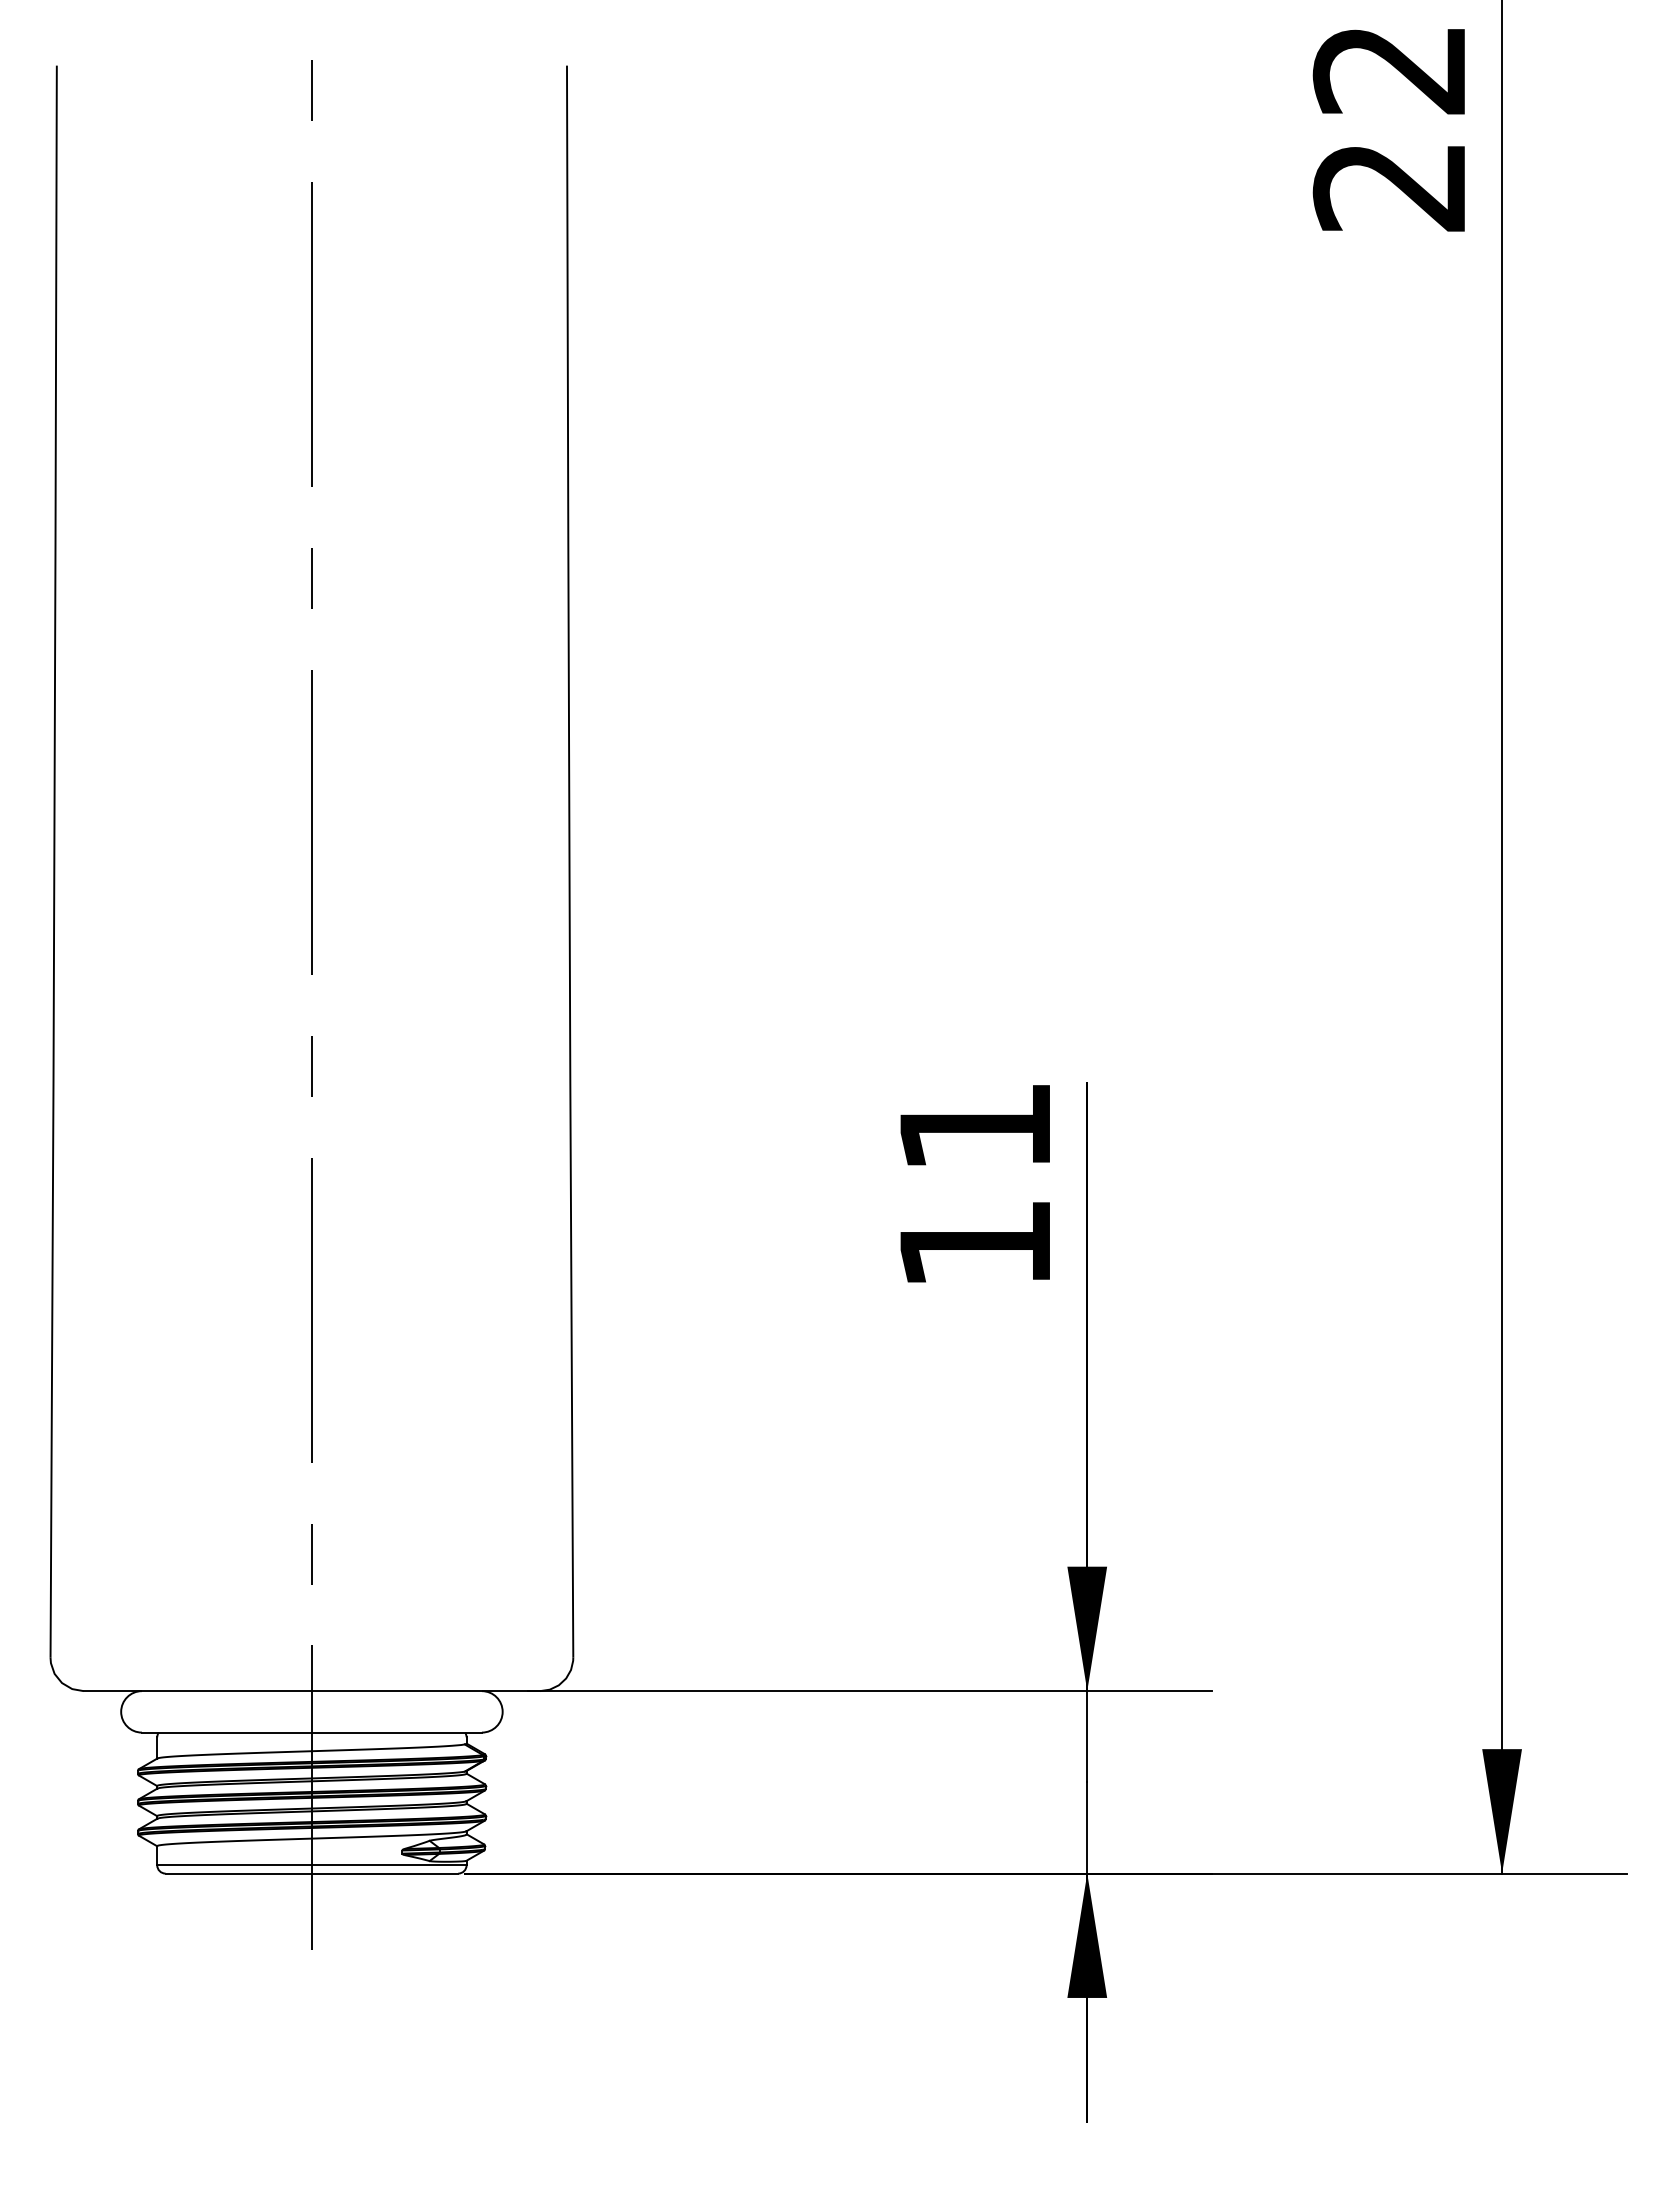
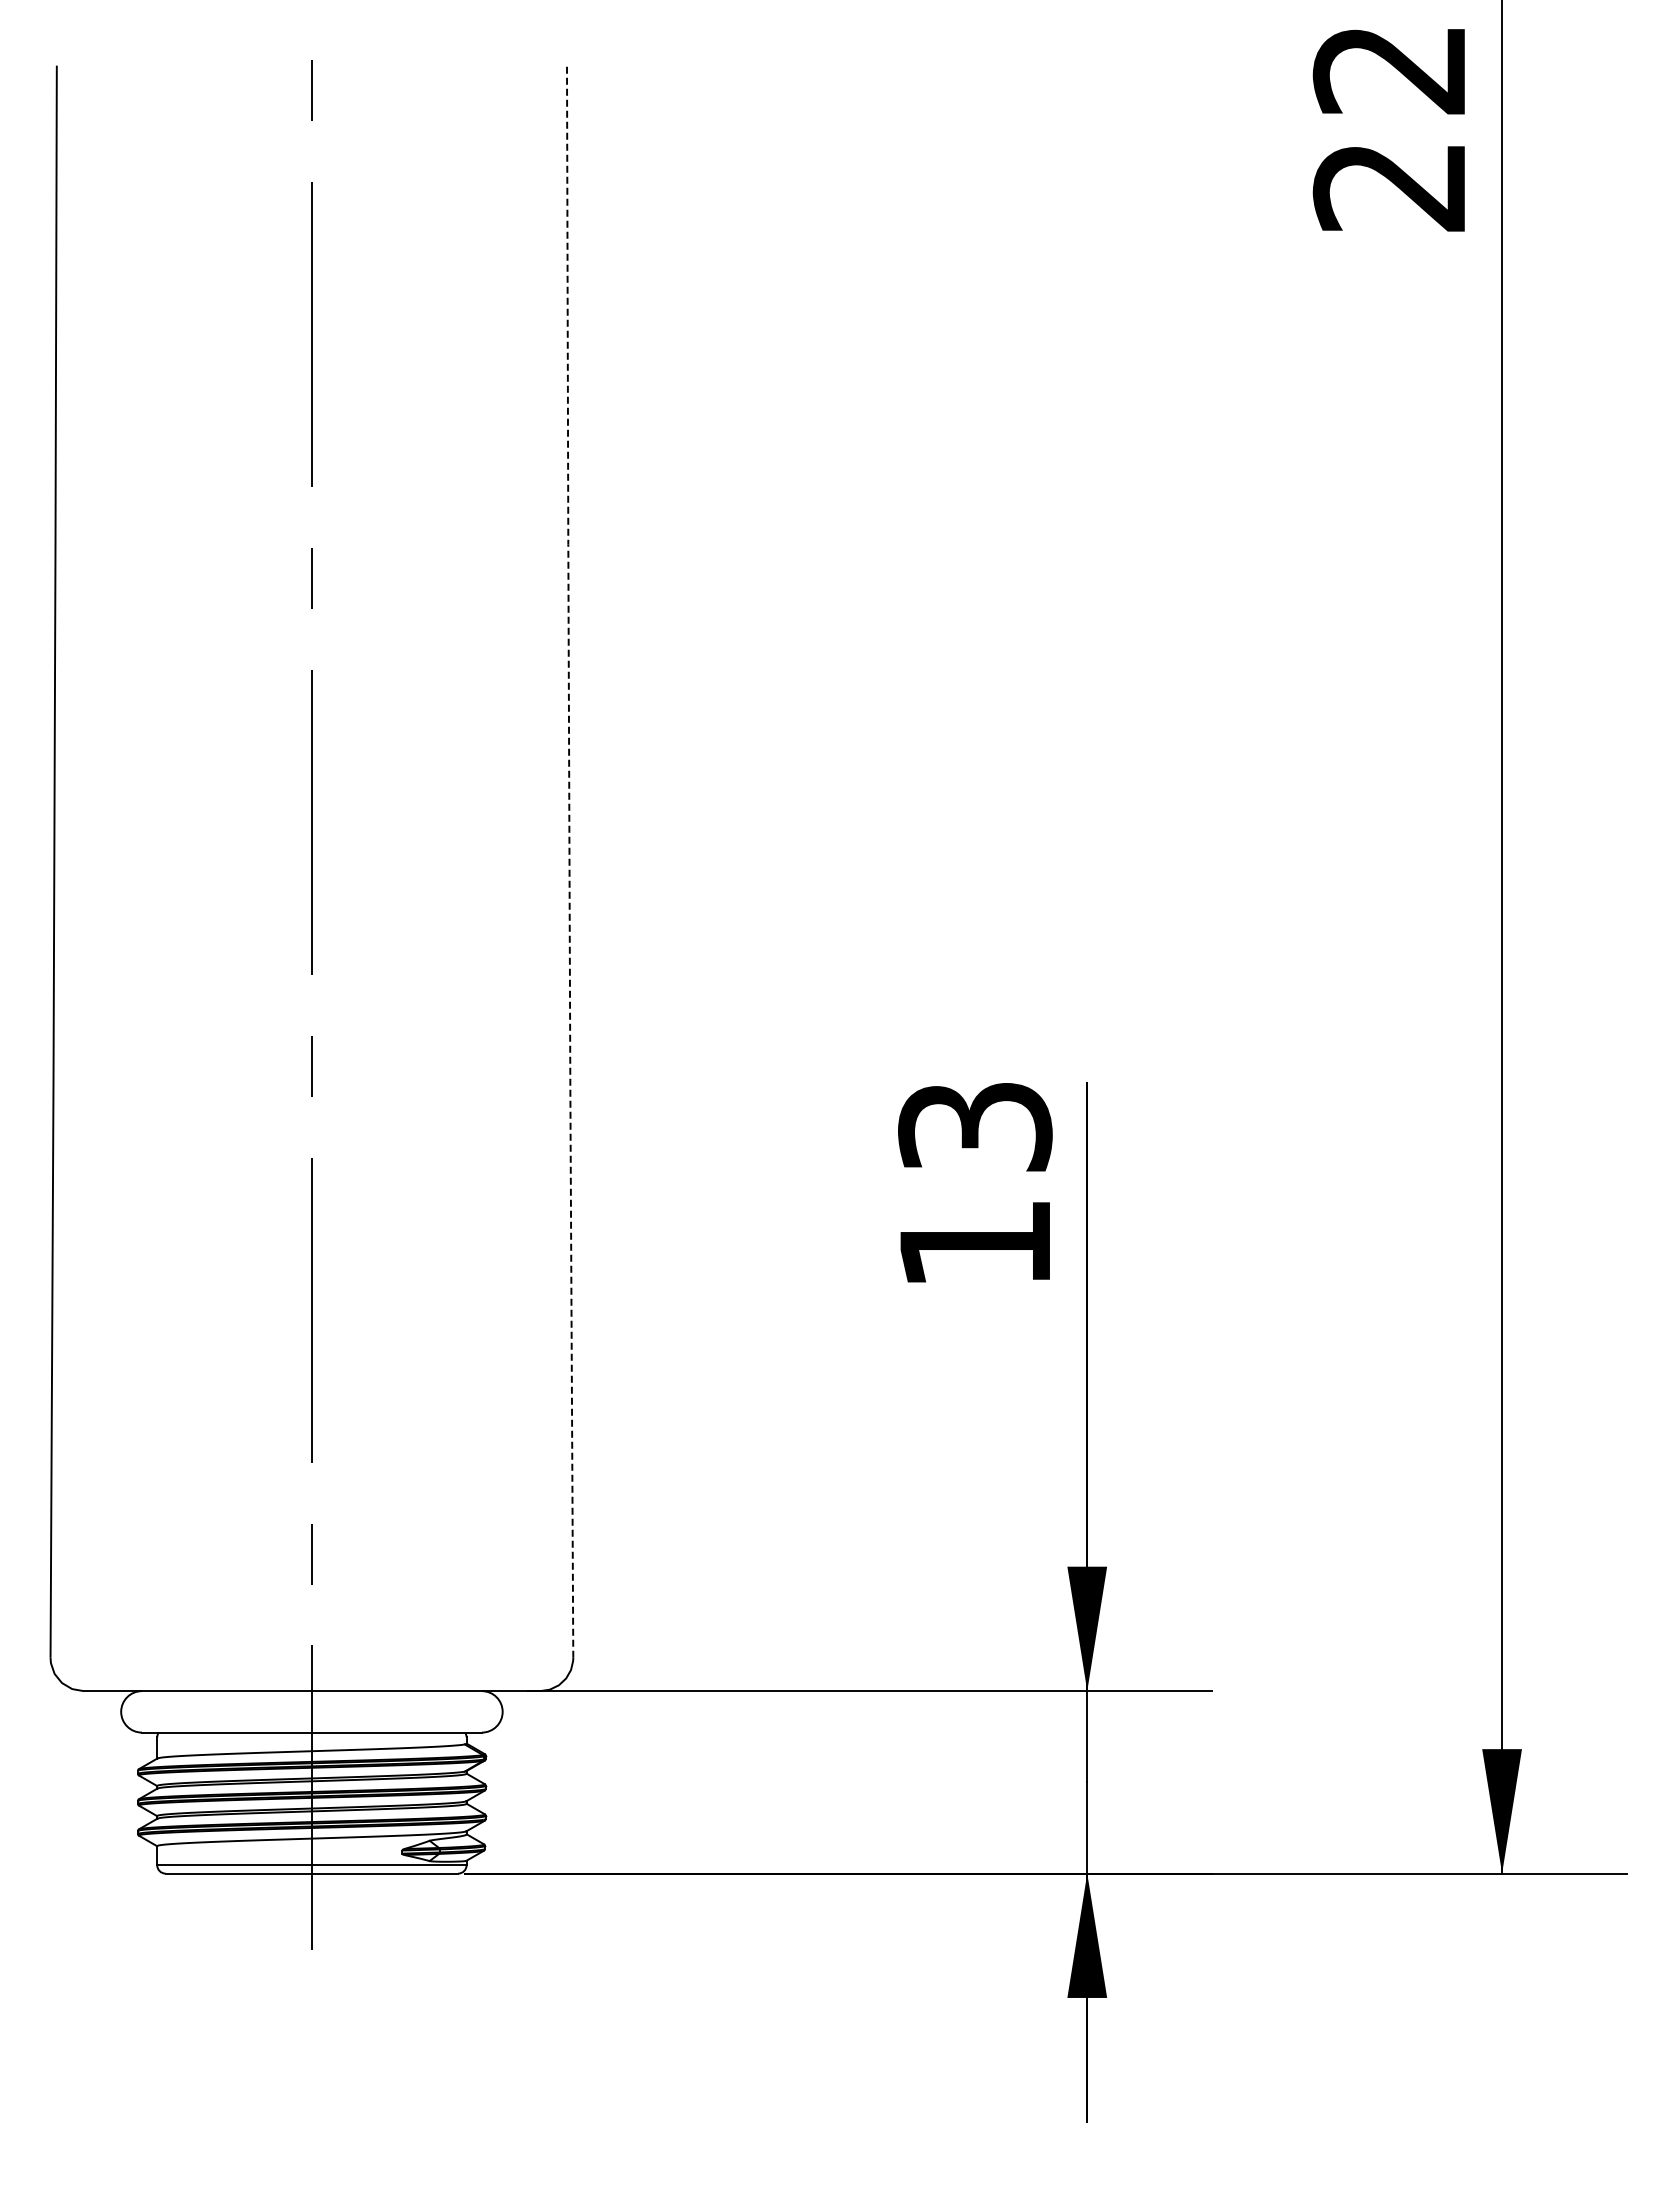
line at (569, 861): solid -> dashed
text at (975, 1127): 11 -> 13
